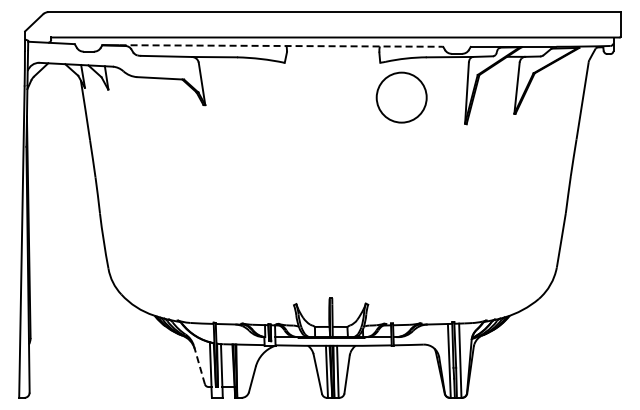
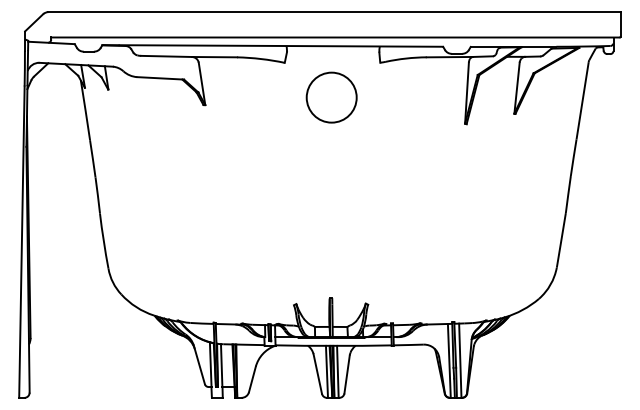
line at (281, 45): dashed -> solid
circle at (401, 97) position: (401, 97) -> (331, 97)
line at (199, 364): dashed -> solid
